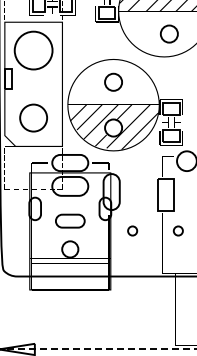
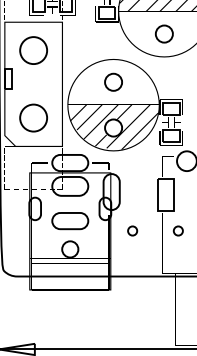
circle at (169, 33) position: (169, 33) -> (164, 33)
circle at (33, 50) diameter: 38 px -> 27 px
part at (70, 220) size: 31x16 px -> 39x19 px
line at (98, 349): dashed -> solid
